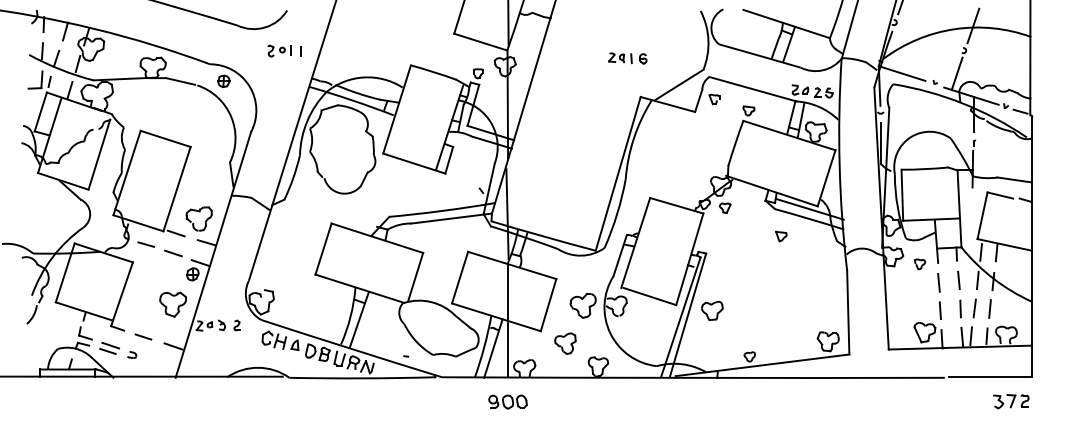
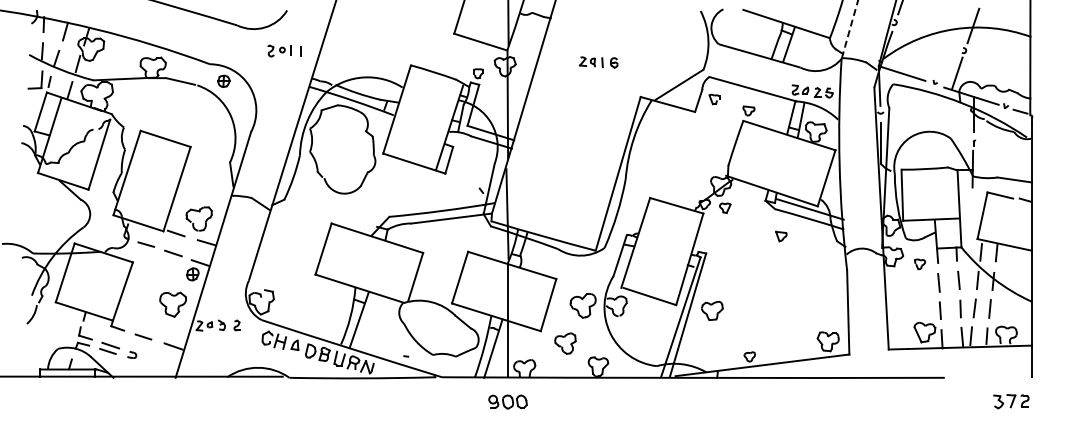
arc at (849, 29): solid -> dashed
part at (627, 58) position: (627, 58) -> (598, 62)
line at (989, 377): present -> none
